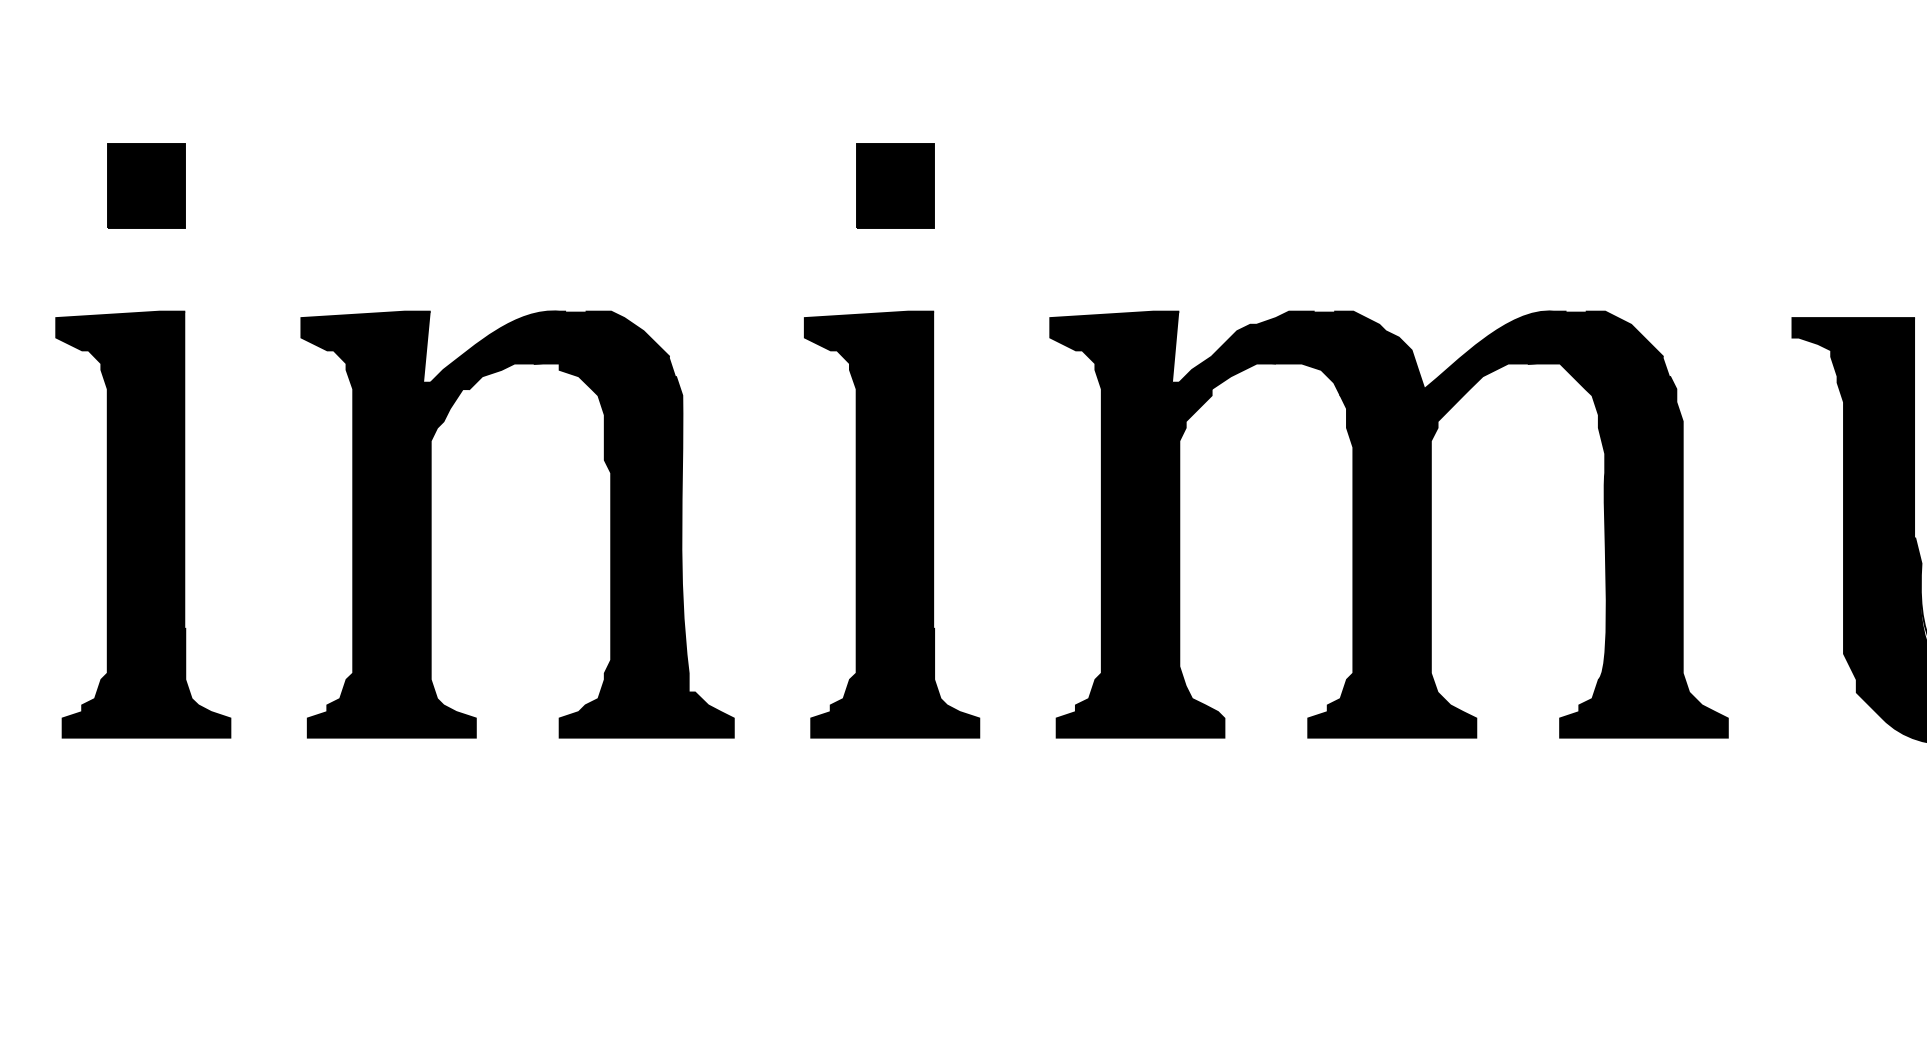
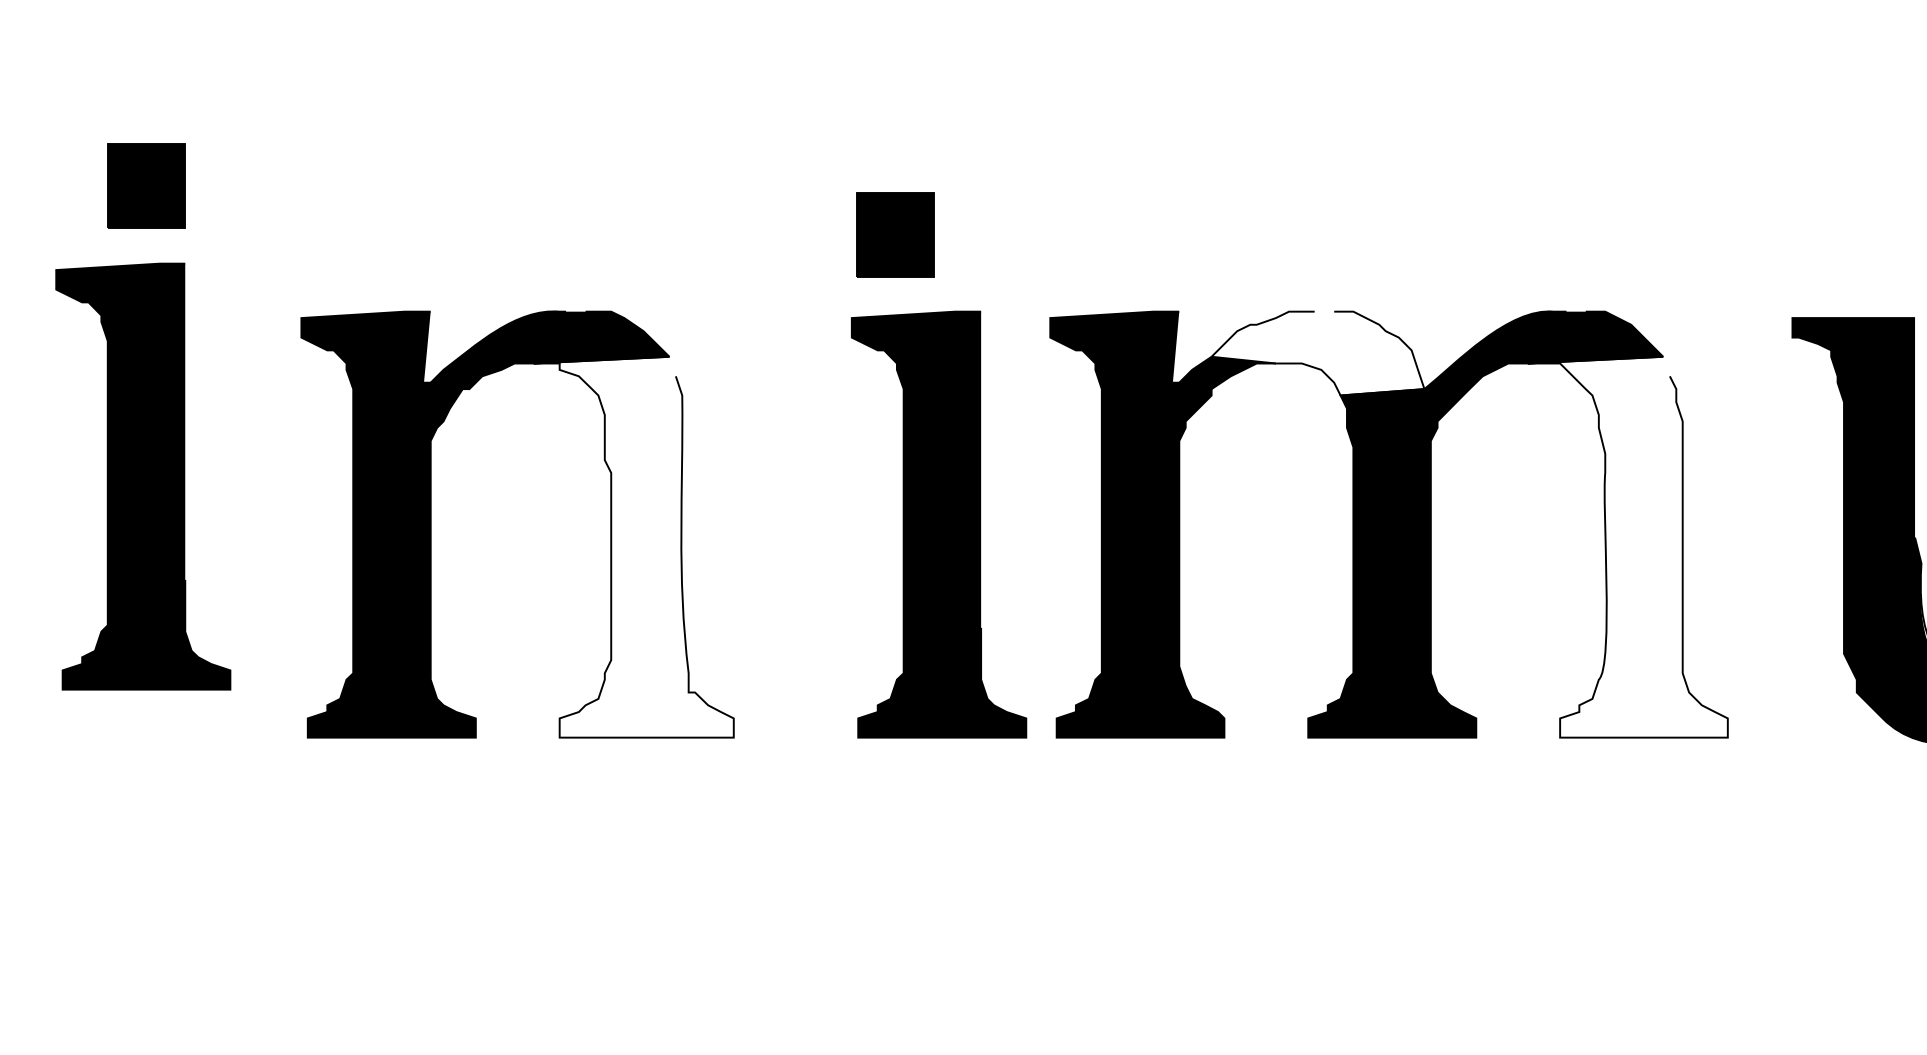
part at (895, 185) position: (895, 185) -> (895, 234)
fill at (1317, 353): present -> none
part at (143, 524) position: (143, 524) -> (143, 476)
part at (892, 524) position: (892, 524) -> (939, 524)
fill at (633, 546): present -> none
fill at (1627, 546): present -> none
